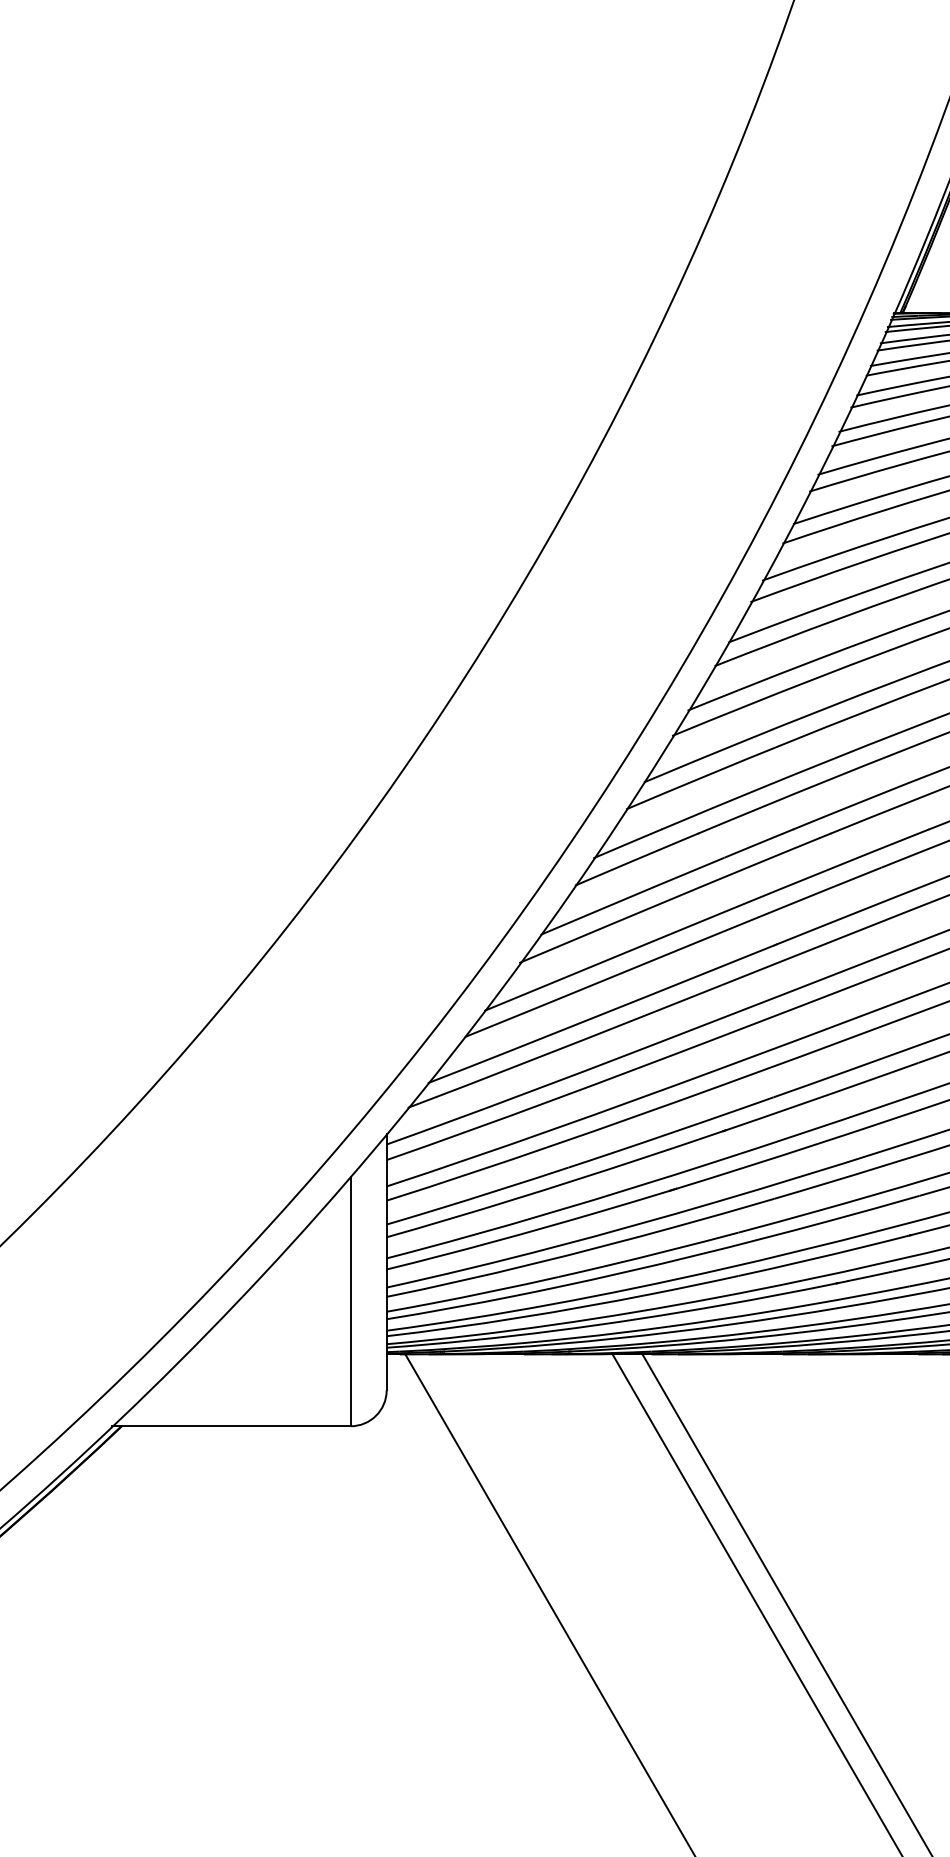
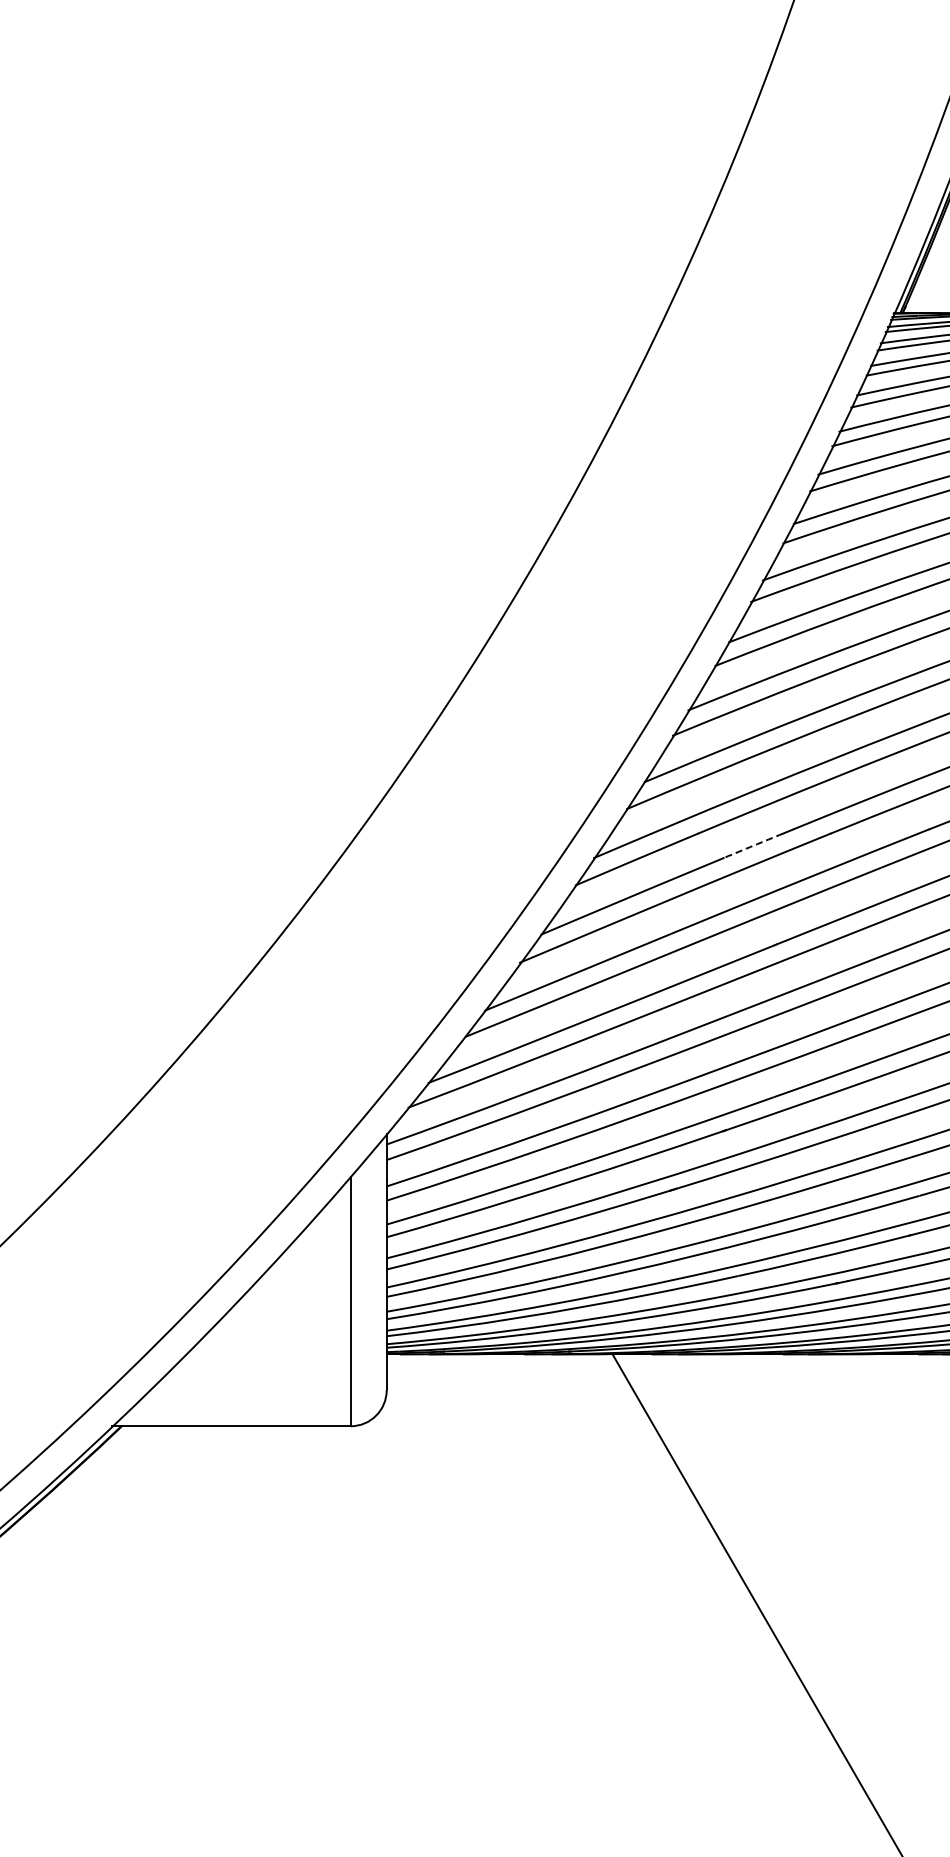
arc at (753, 845): solid -> dashed
line at (549, 1603): present -> none
line at (786, 1603): present -> none
